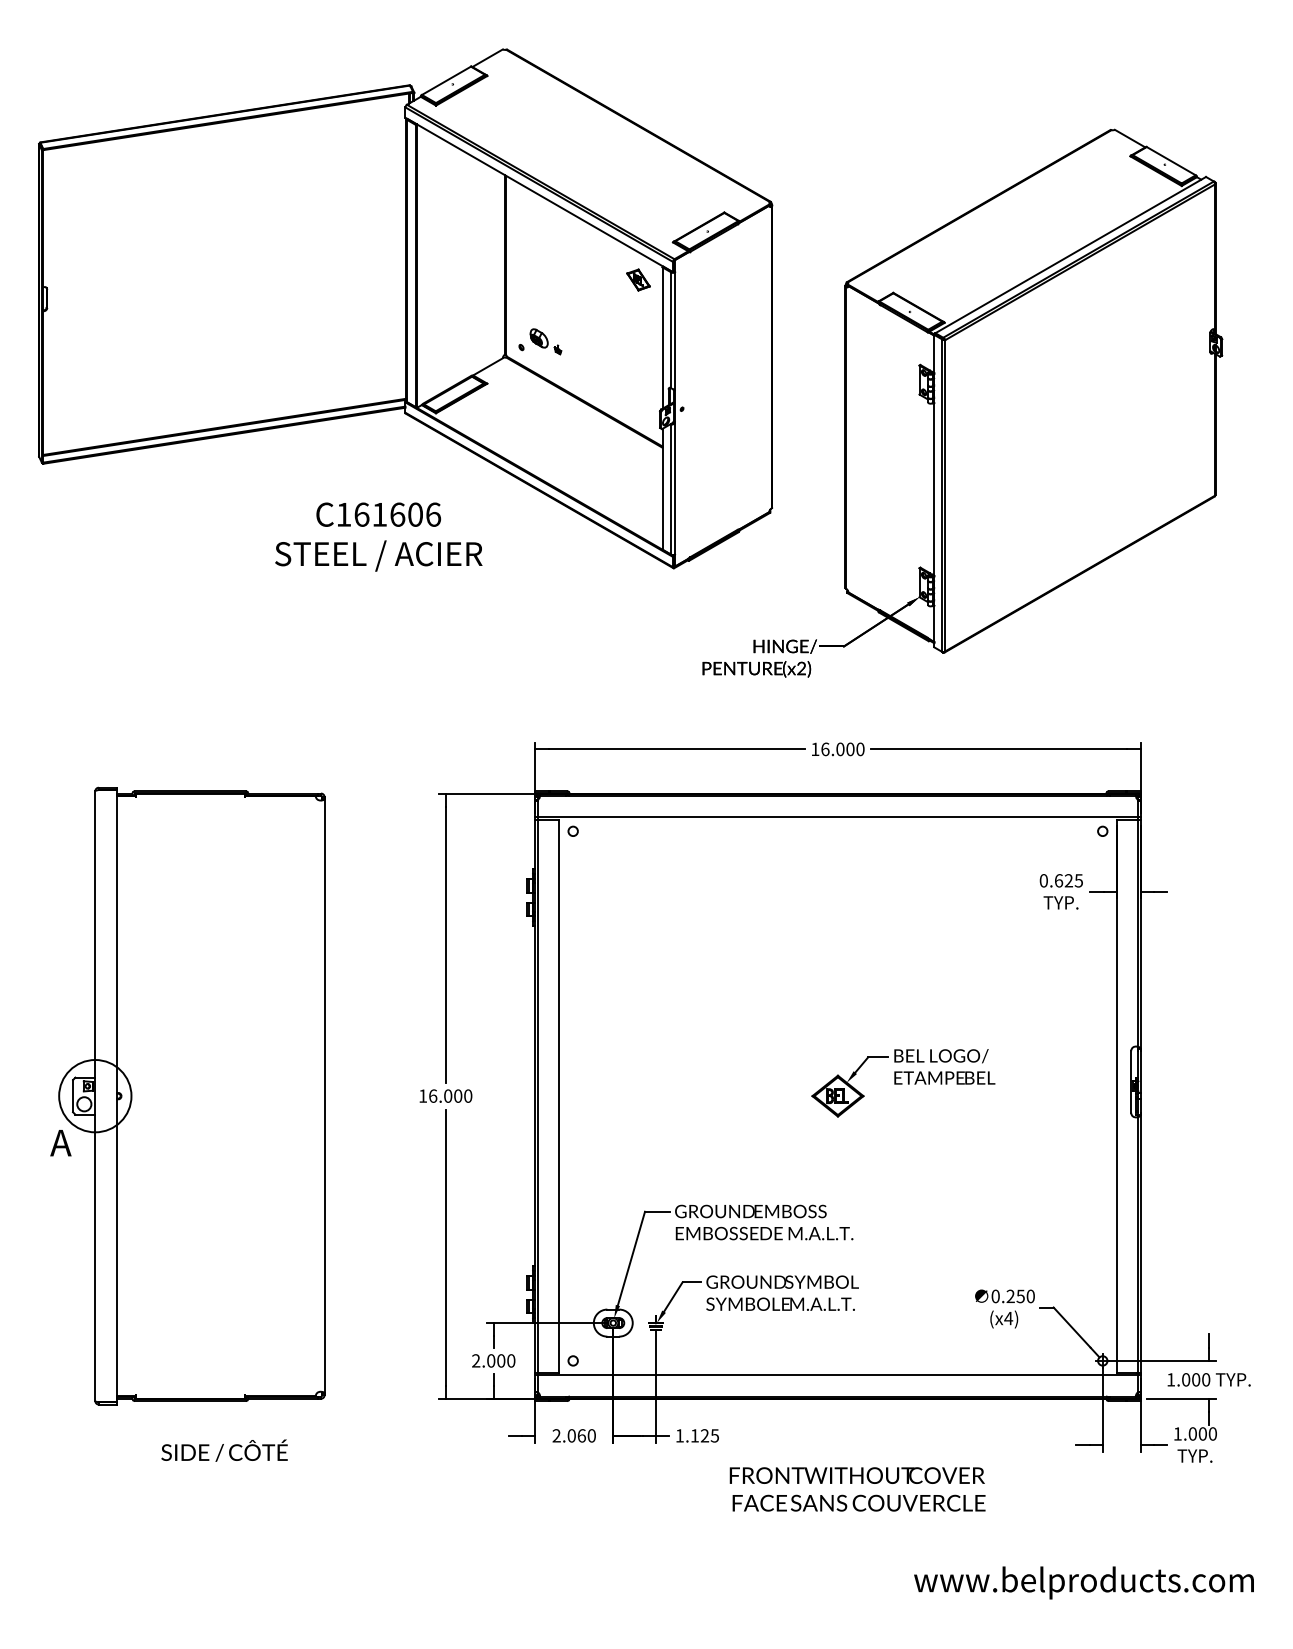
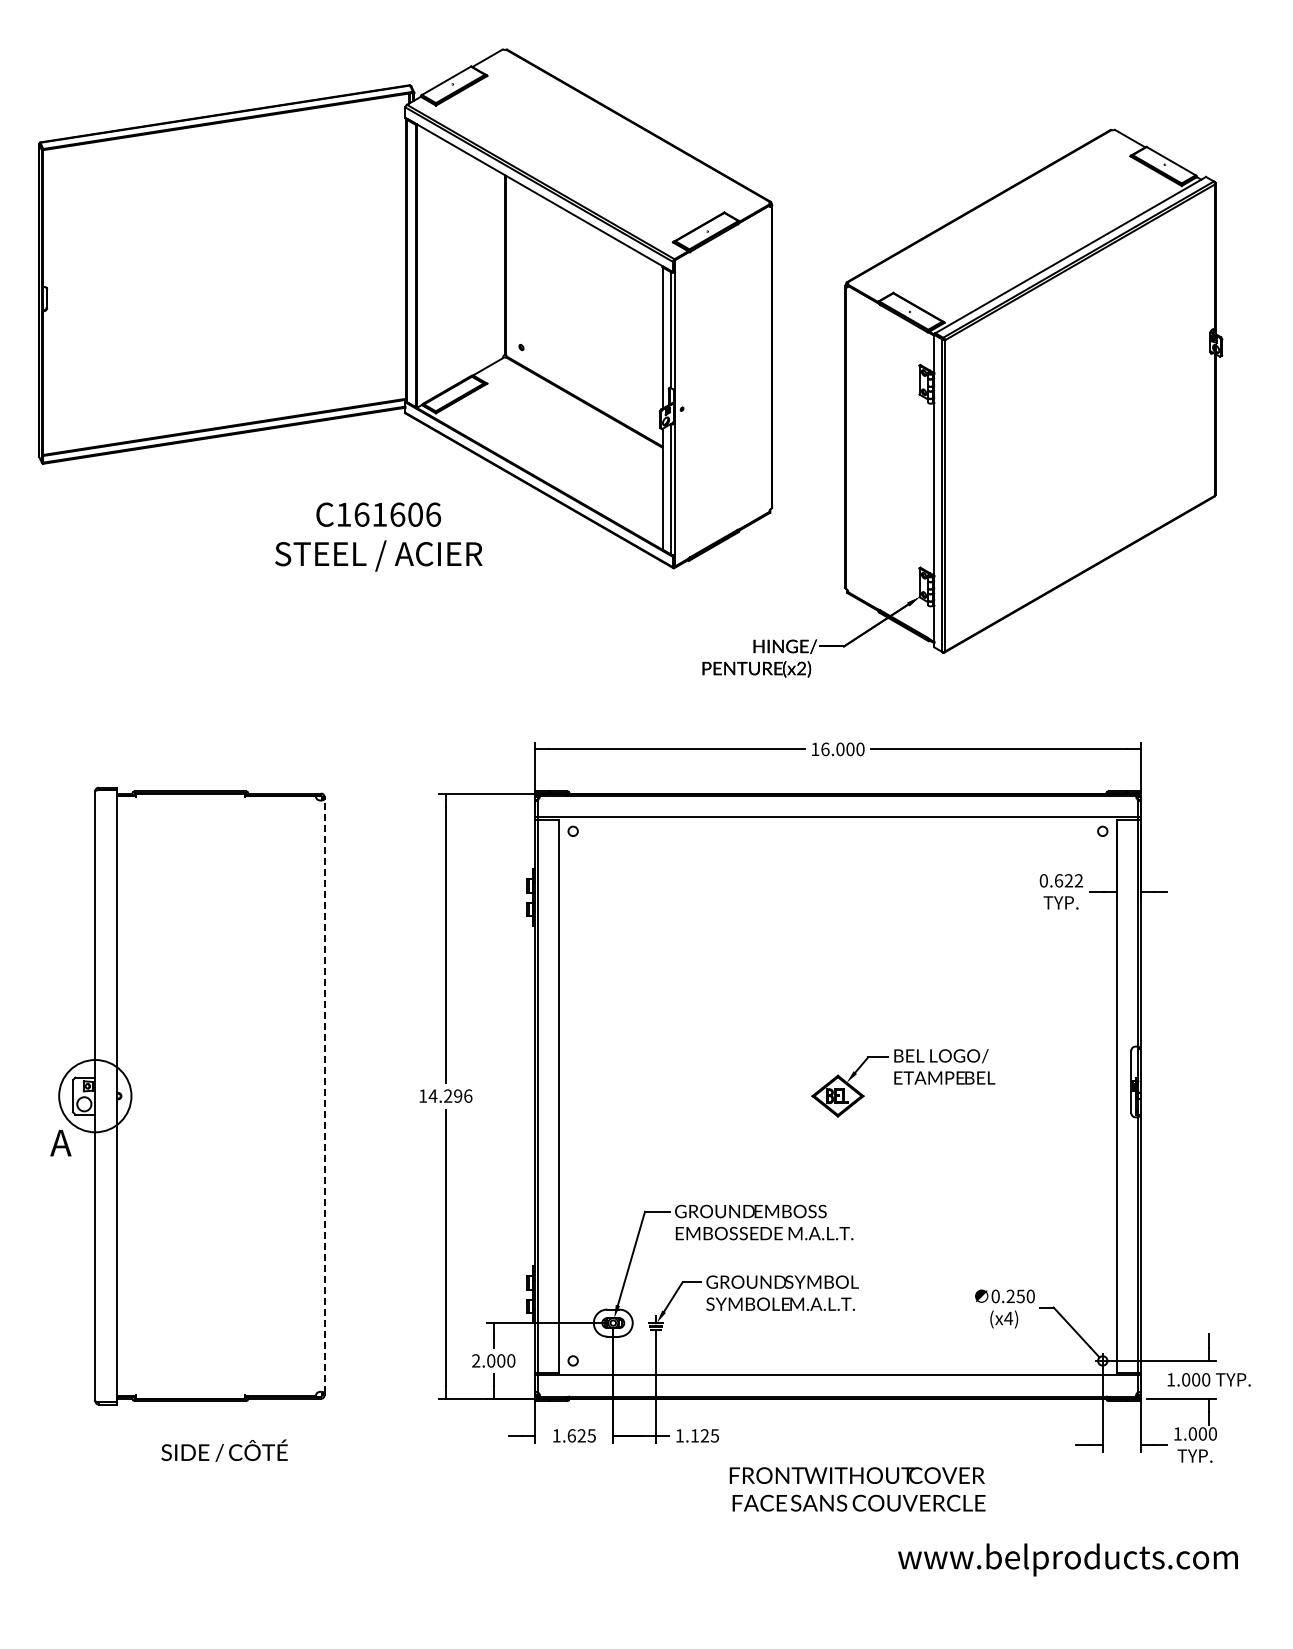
part at (638, 279): present -> none
part at (545, 341): present -> none
text at (1078, 880): 0.625 -> 0.622
line at (324, 1095): solid -> dashed
text at (450, 1095): 16.000 -> 14.296
text at (573, 1435): 2.060 -> 1.625
text at (1083, 1582) position: (1083, 1582) -> (1067, 1559)
